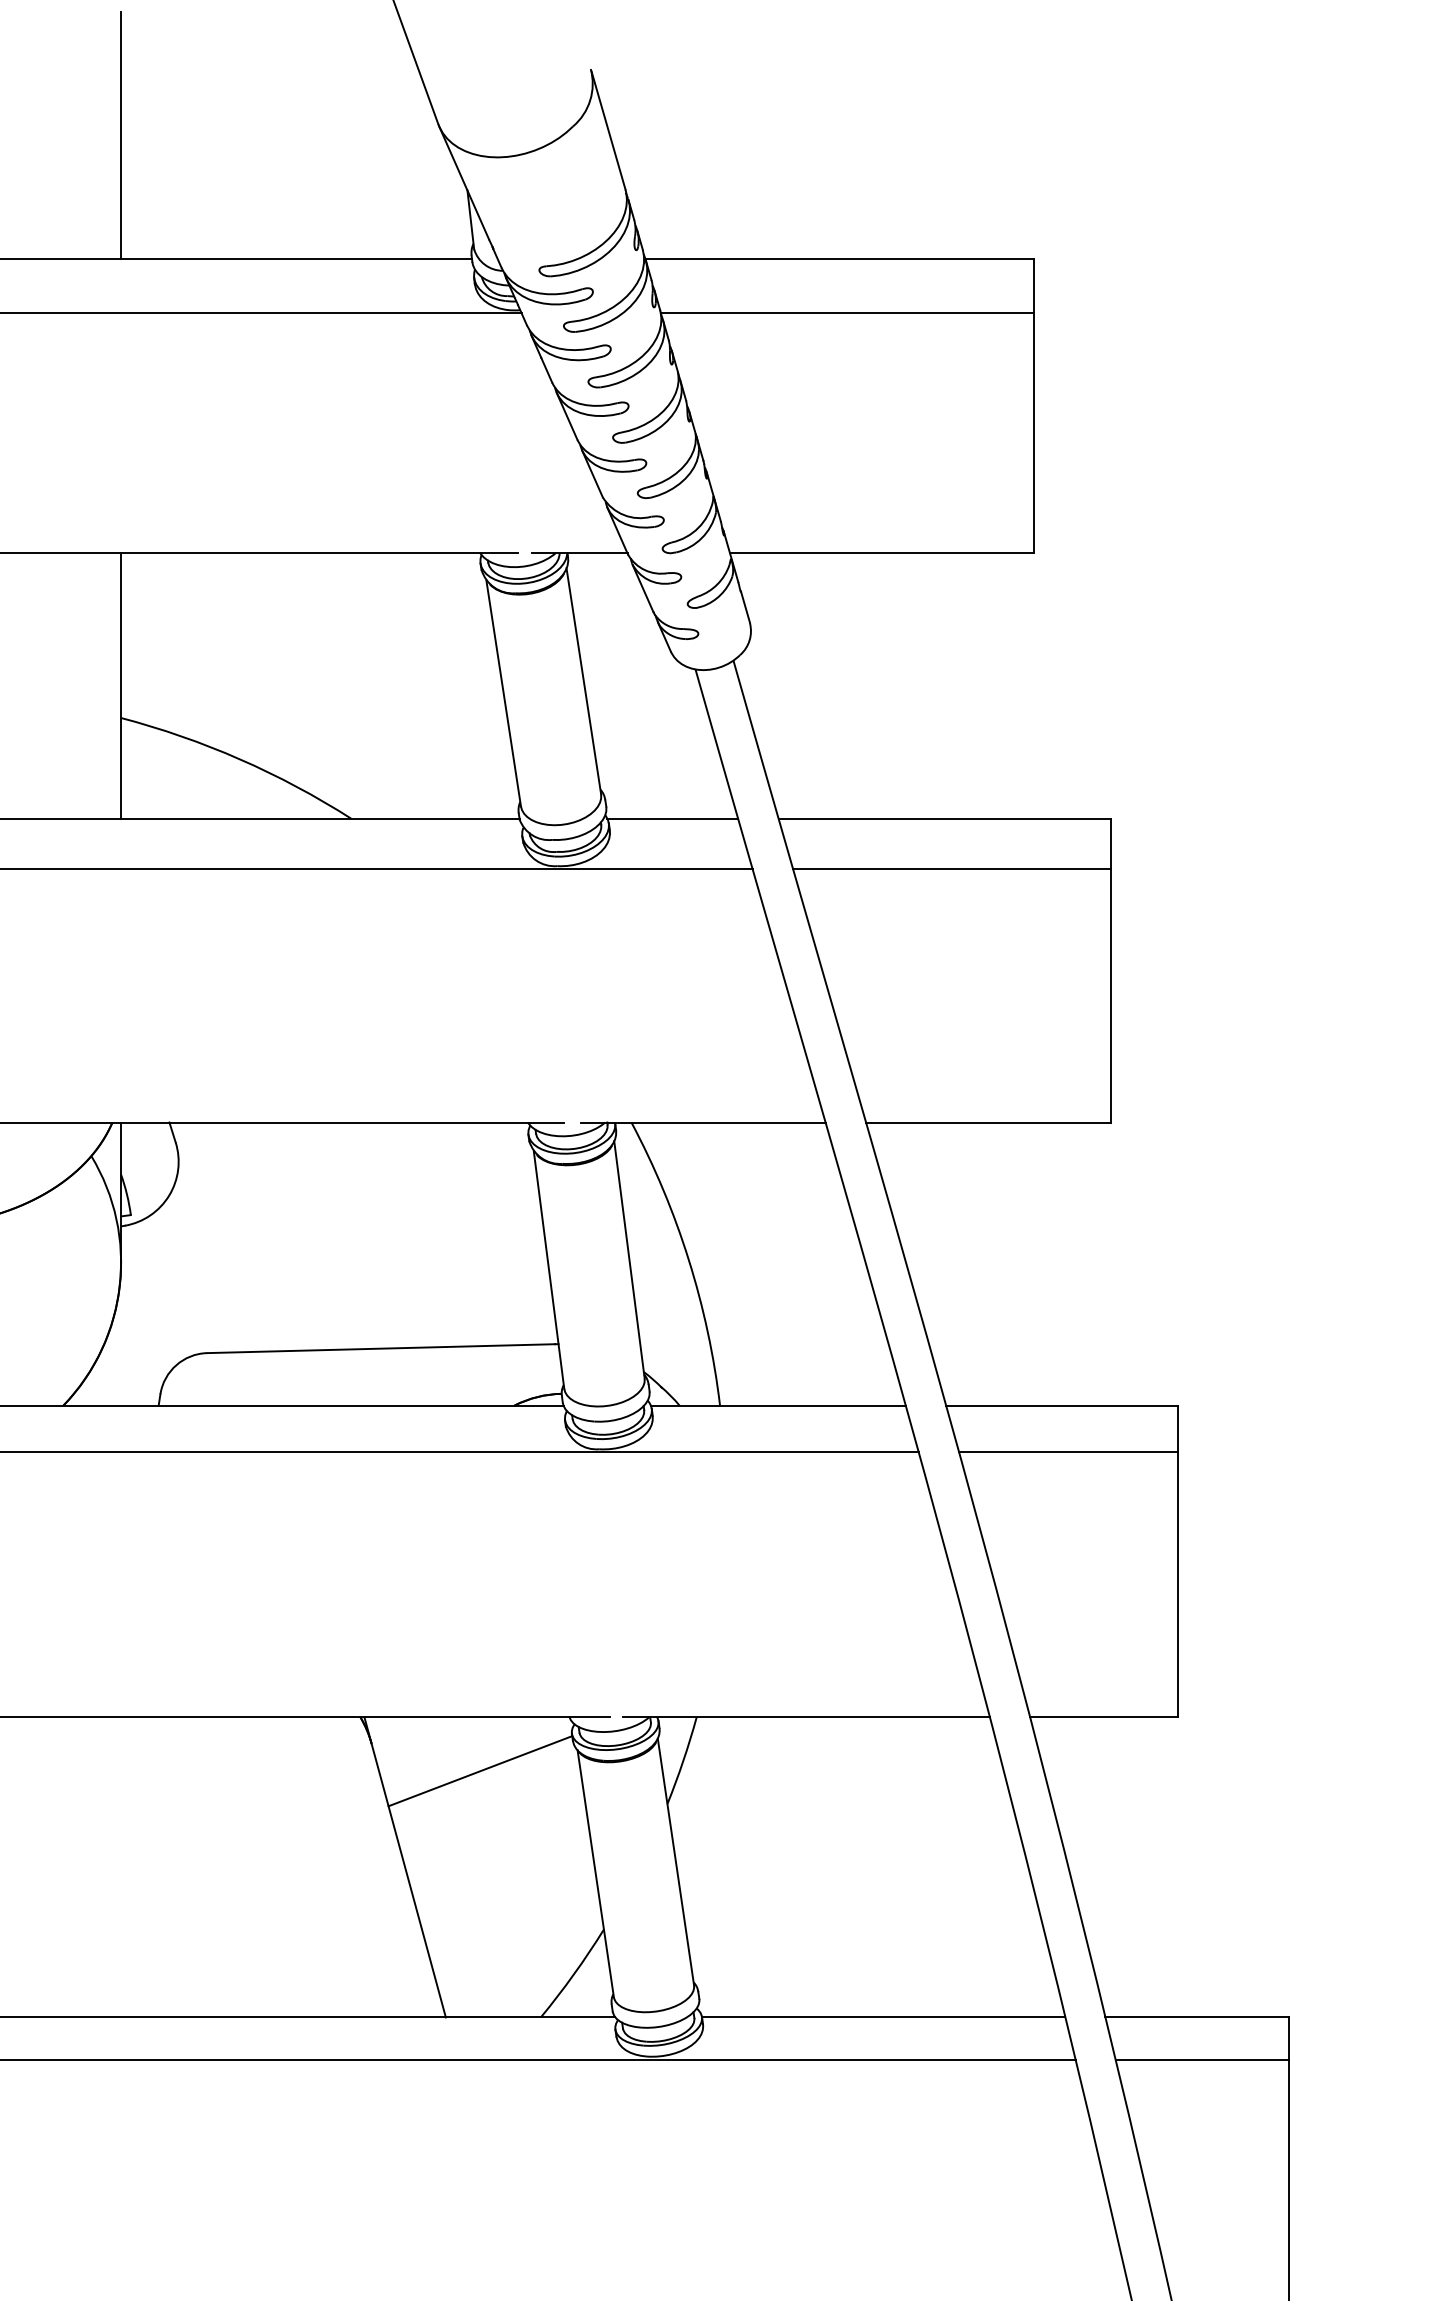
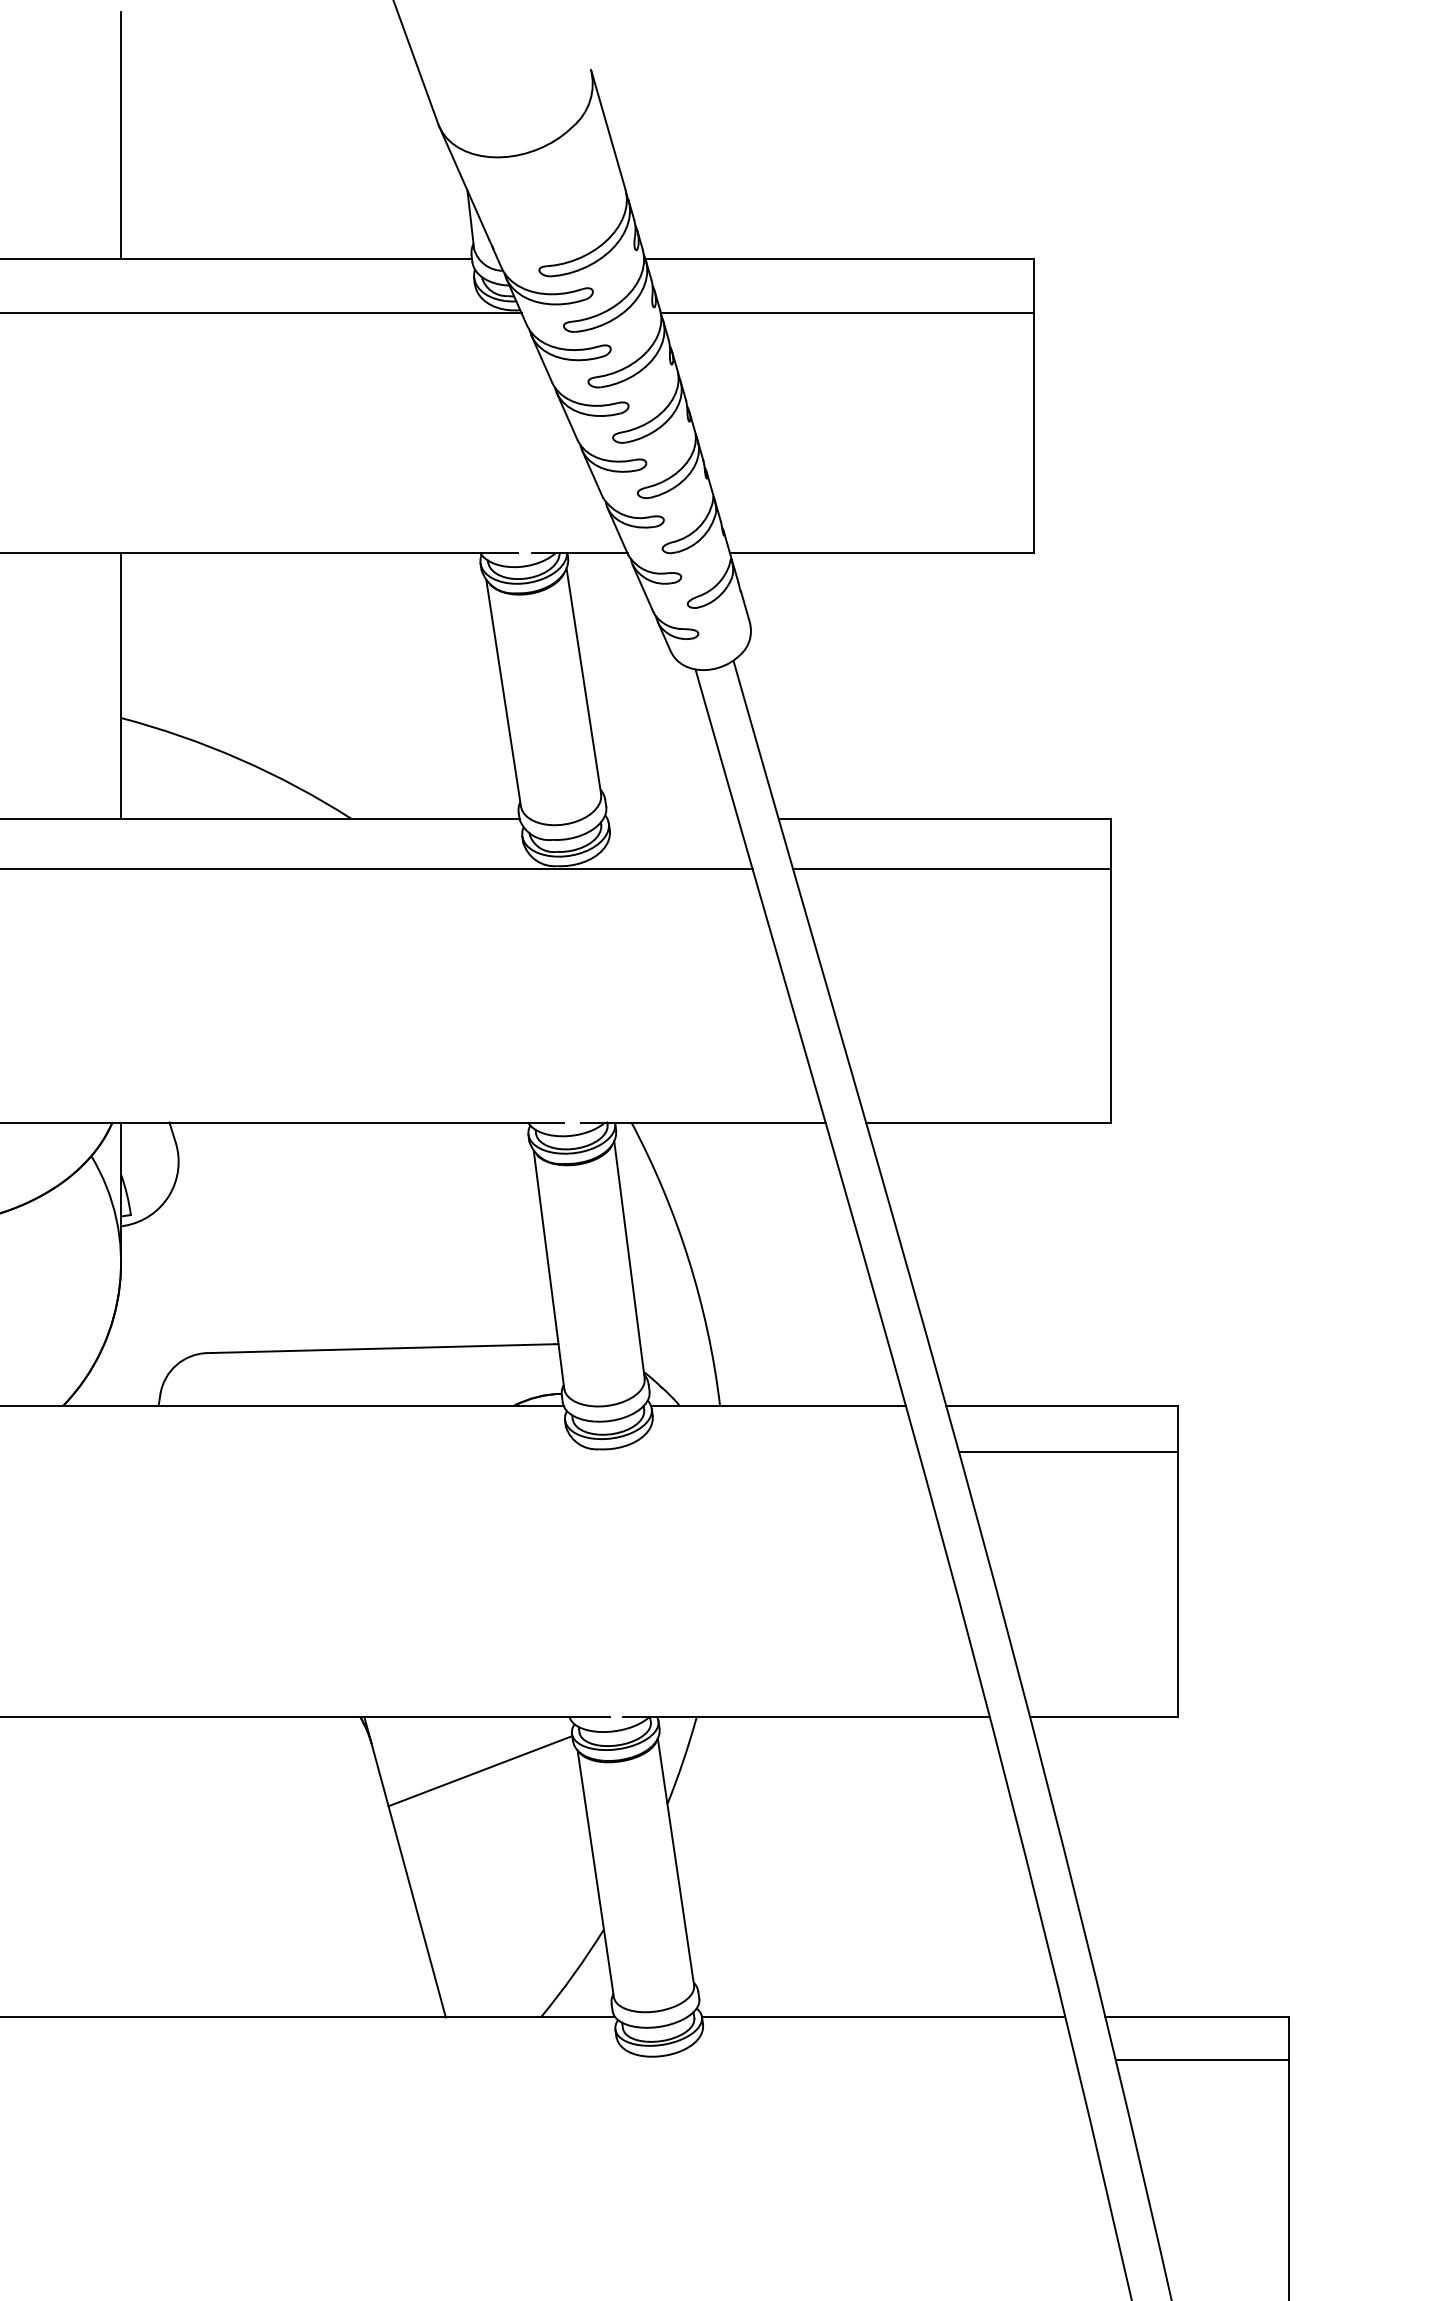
line at (672, 818): present -> none
line at (460, 1452): present -> none
line at (538, 2060): present -> none
